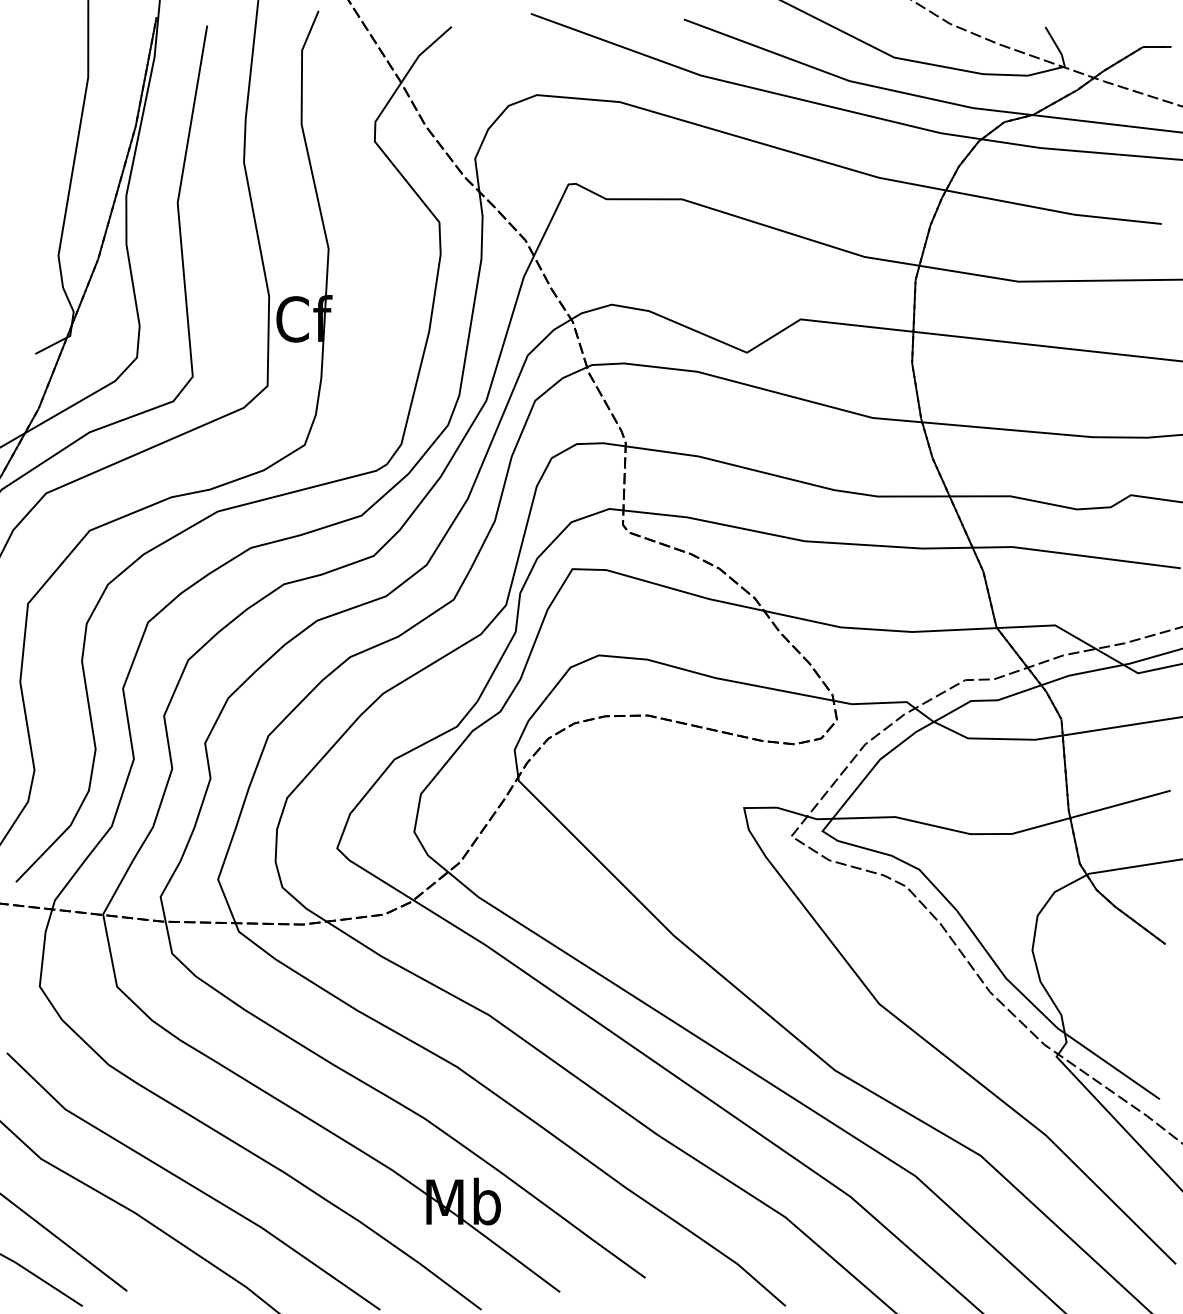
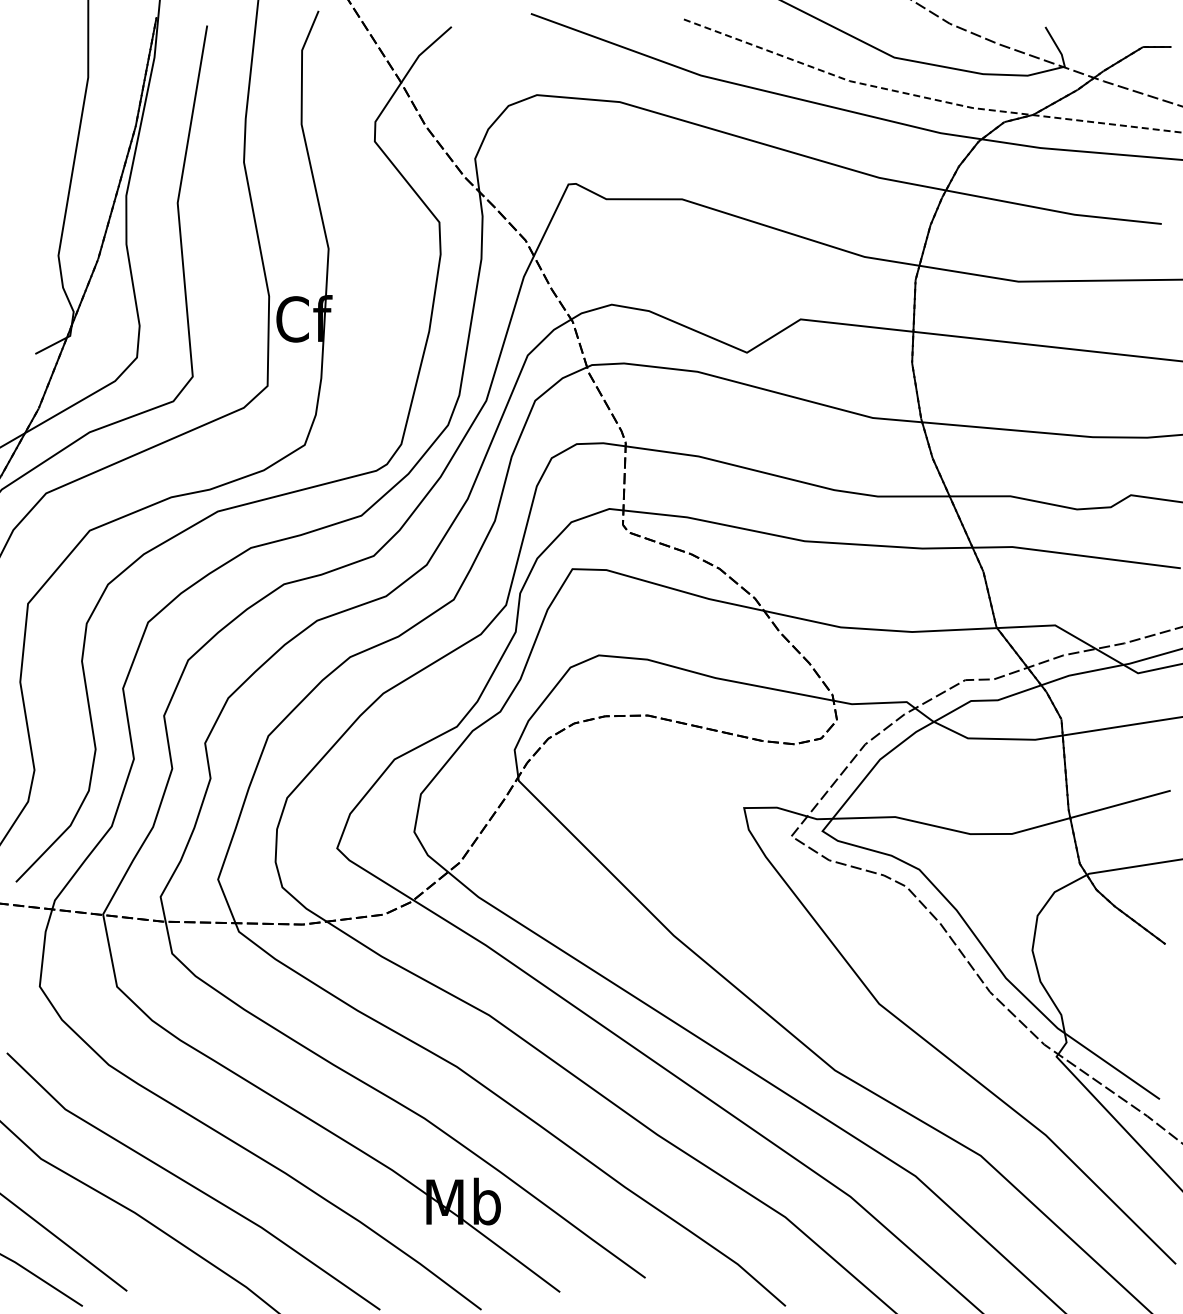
line at (928, 98): solid -> dashed
